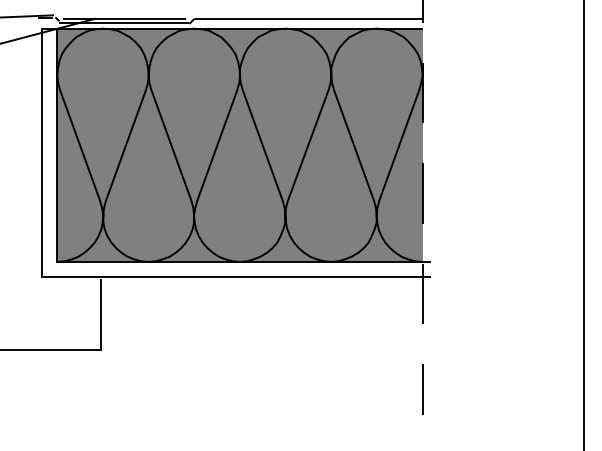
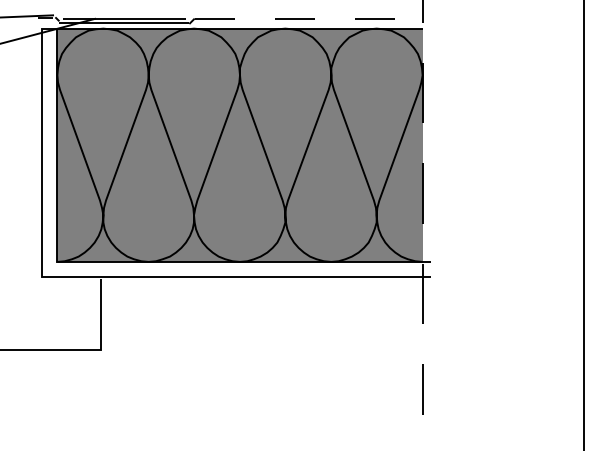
line at (309, 18): solid -> dashed
